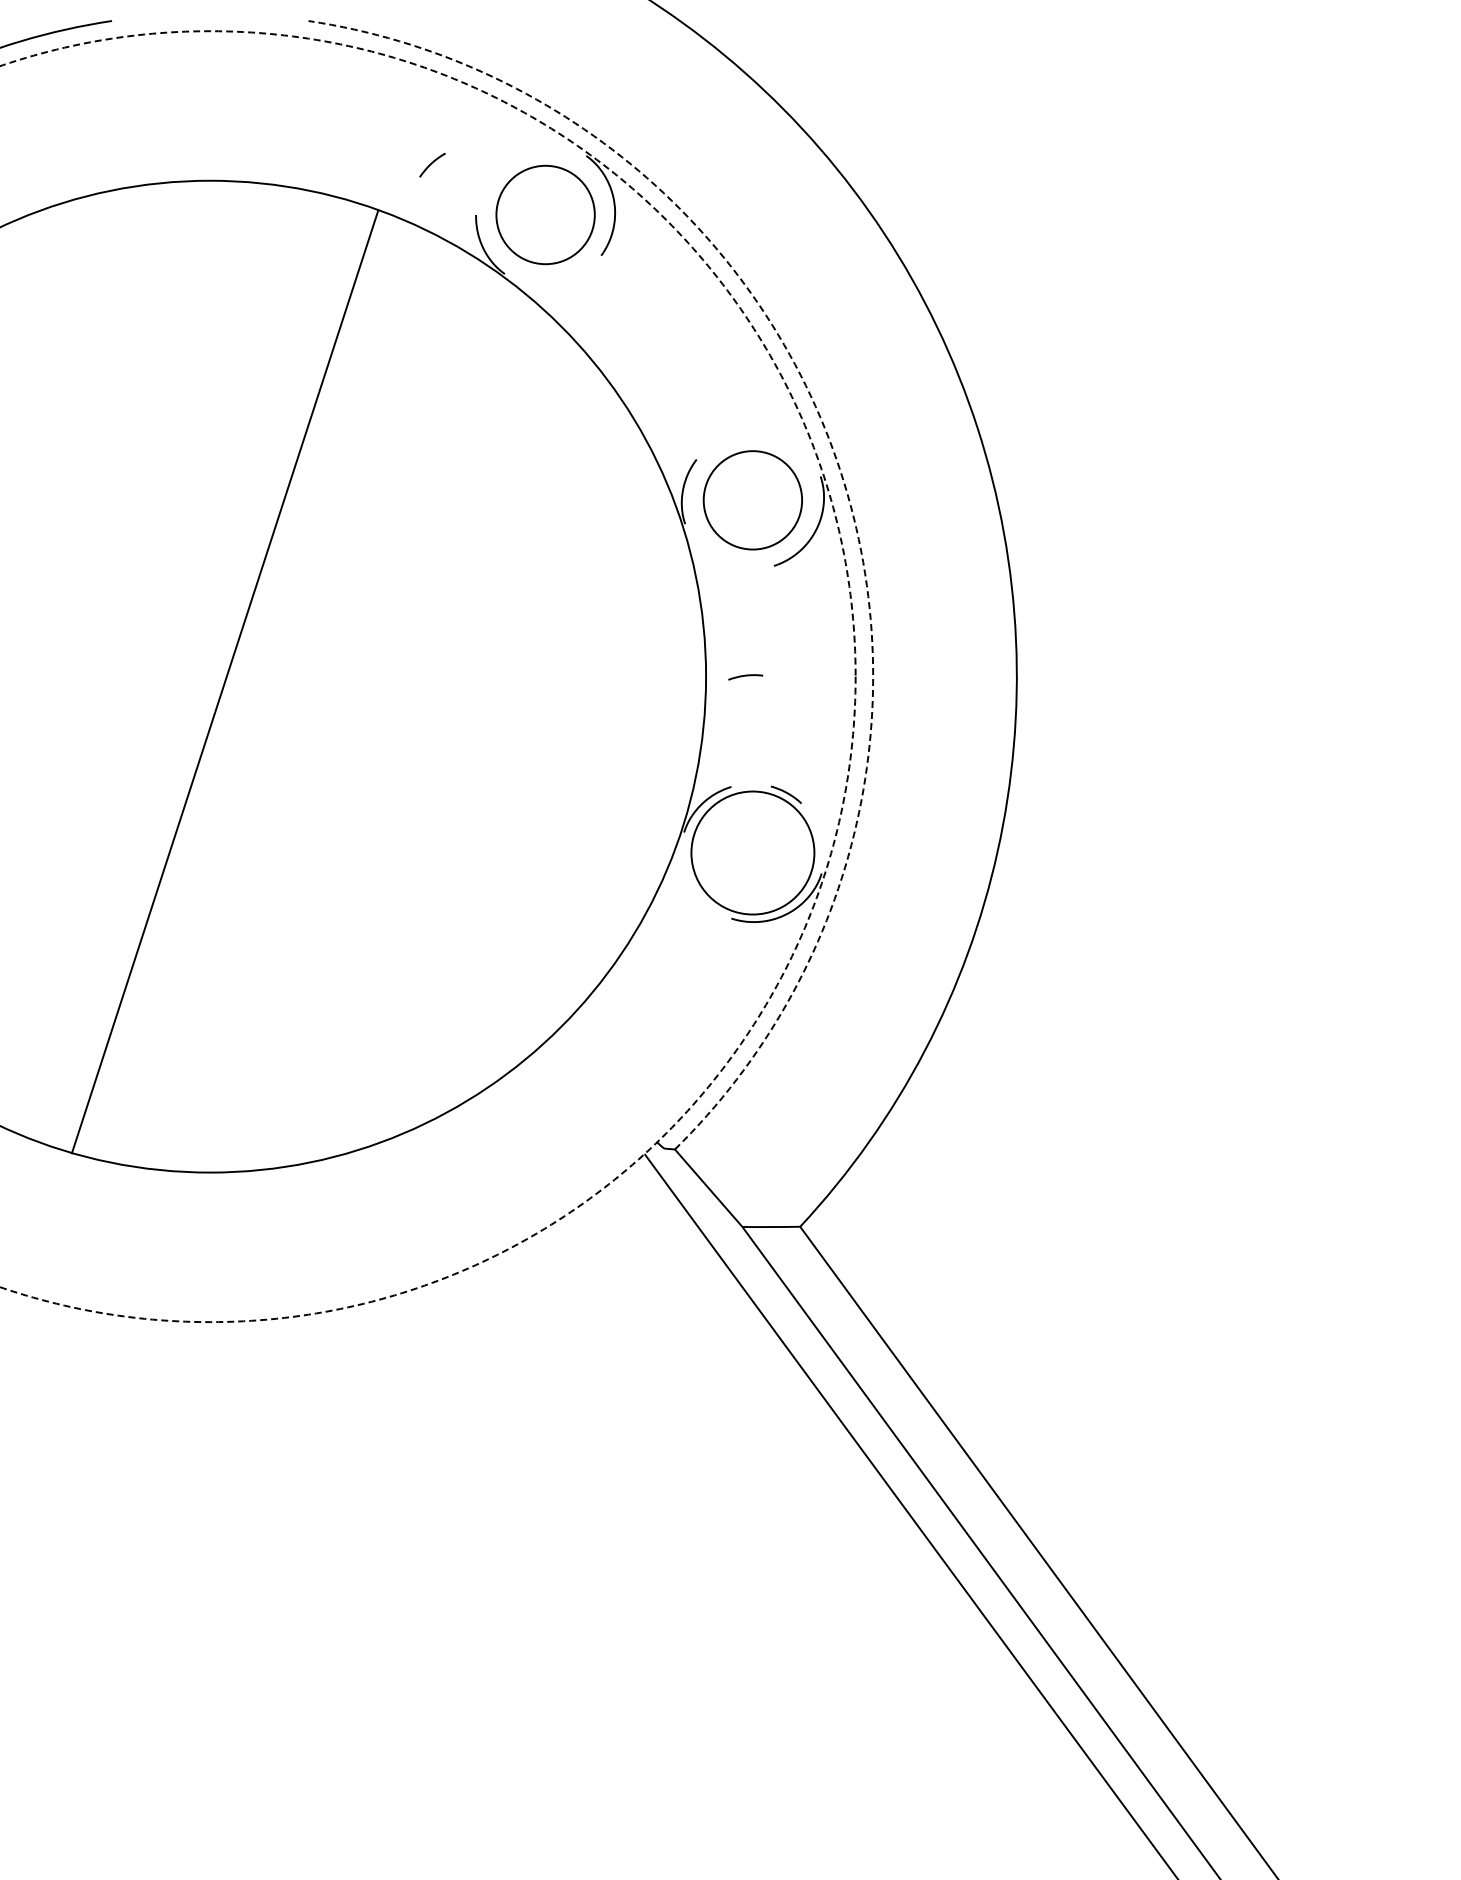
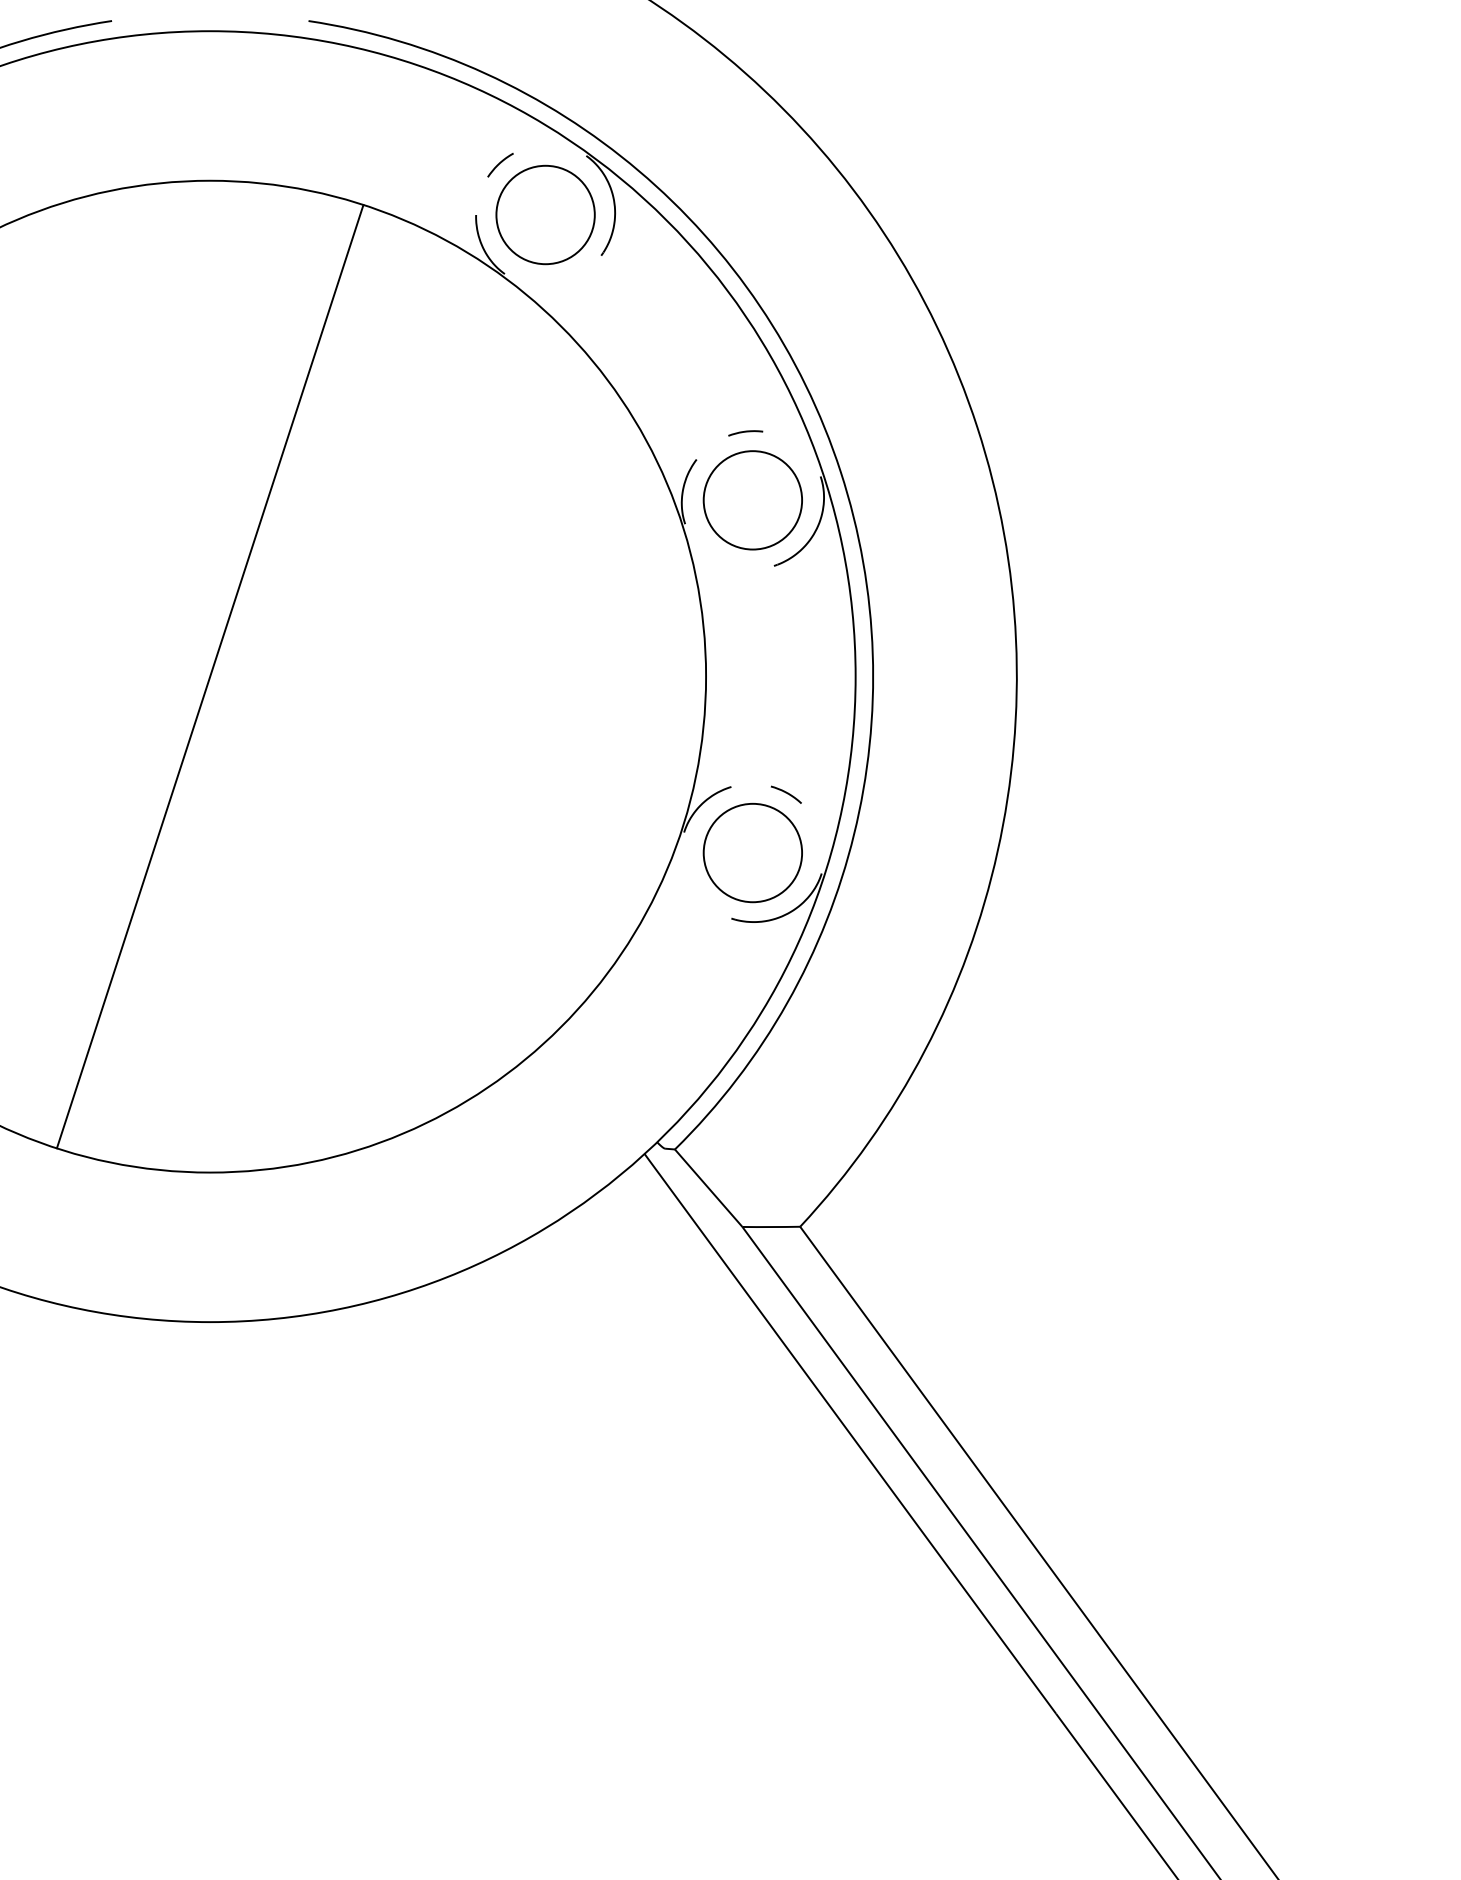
curve at (431, 164) position: (431, 164) -> (499, 164)
arc at (840, 471): dashed -> solid
circle at (427, 676): dashed -> solid
curve at (745, 676) position: (745, 676) -> (745, 432)
line at (224, 681) position: (224, 681) -> (209, 676)
circle at (752, 852) diameter: 123 px -> 98 px
